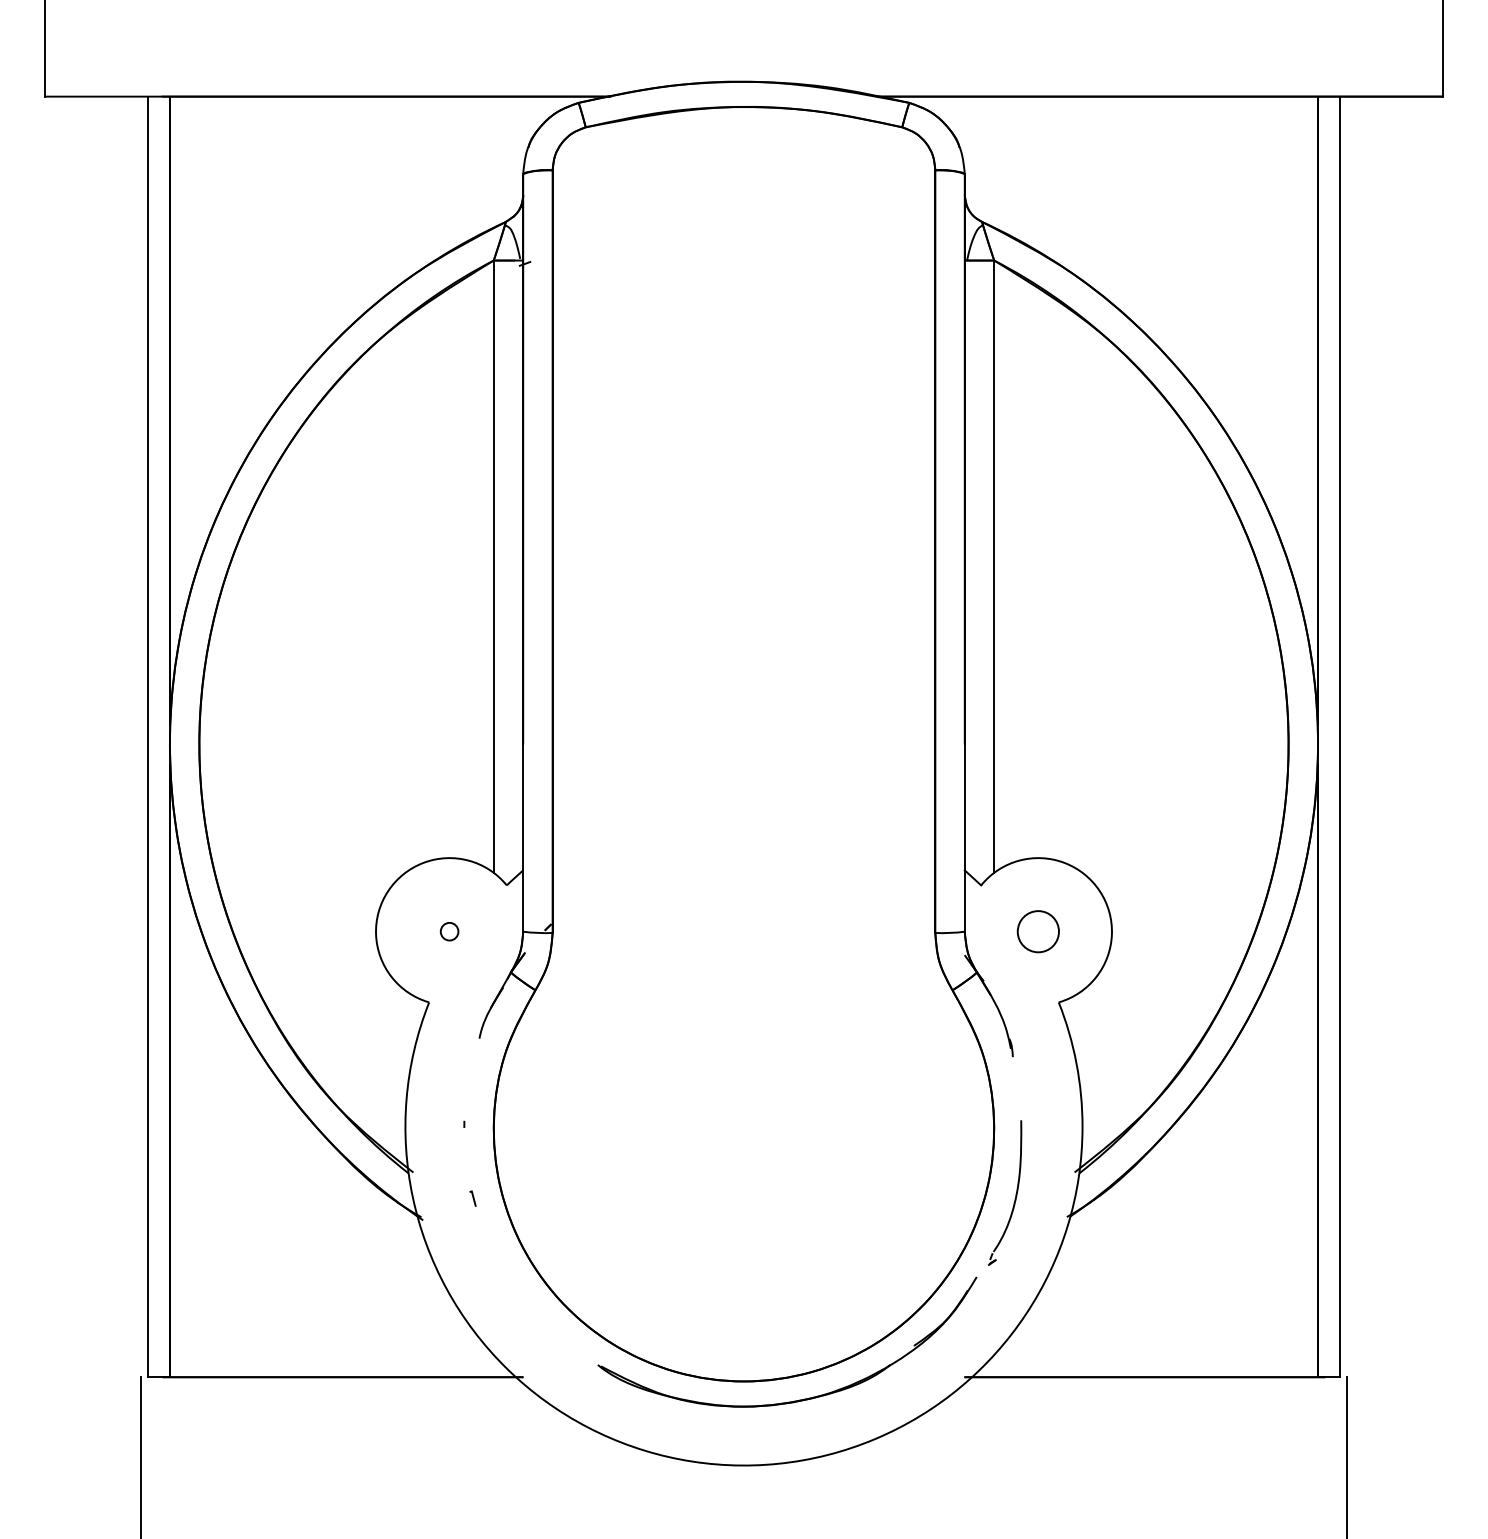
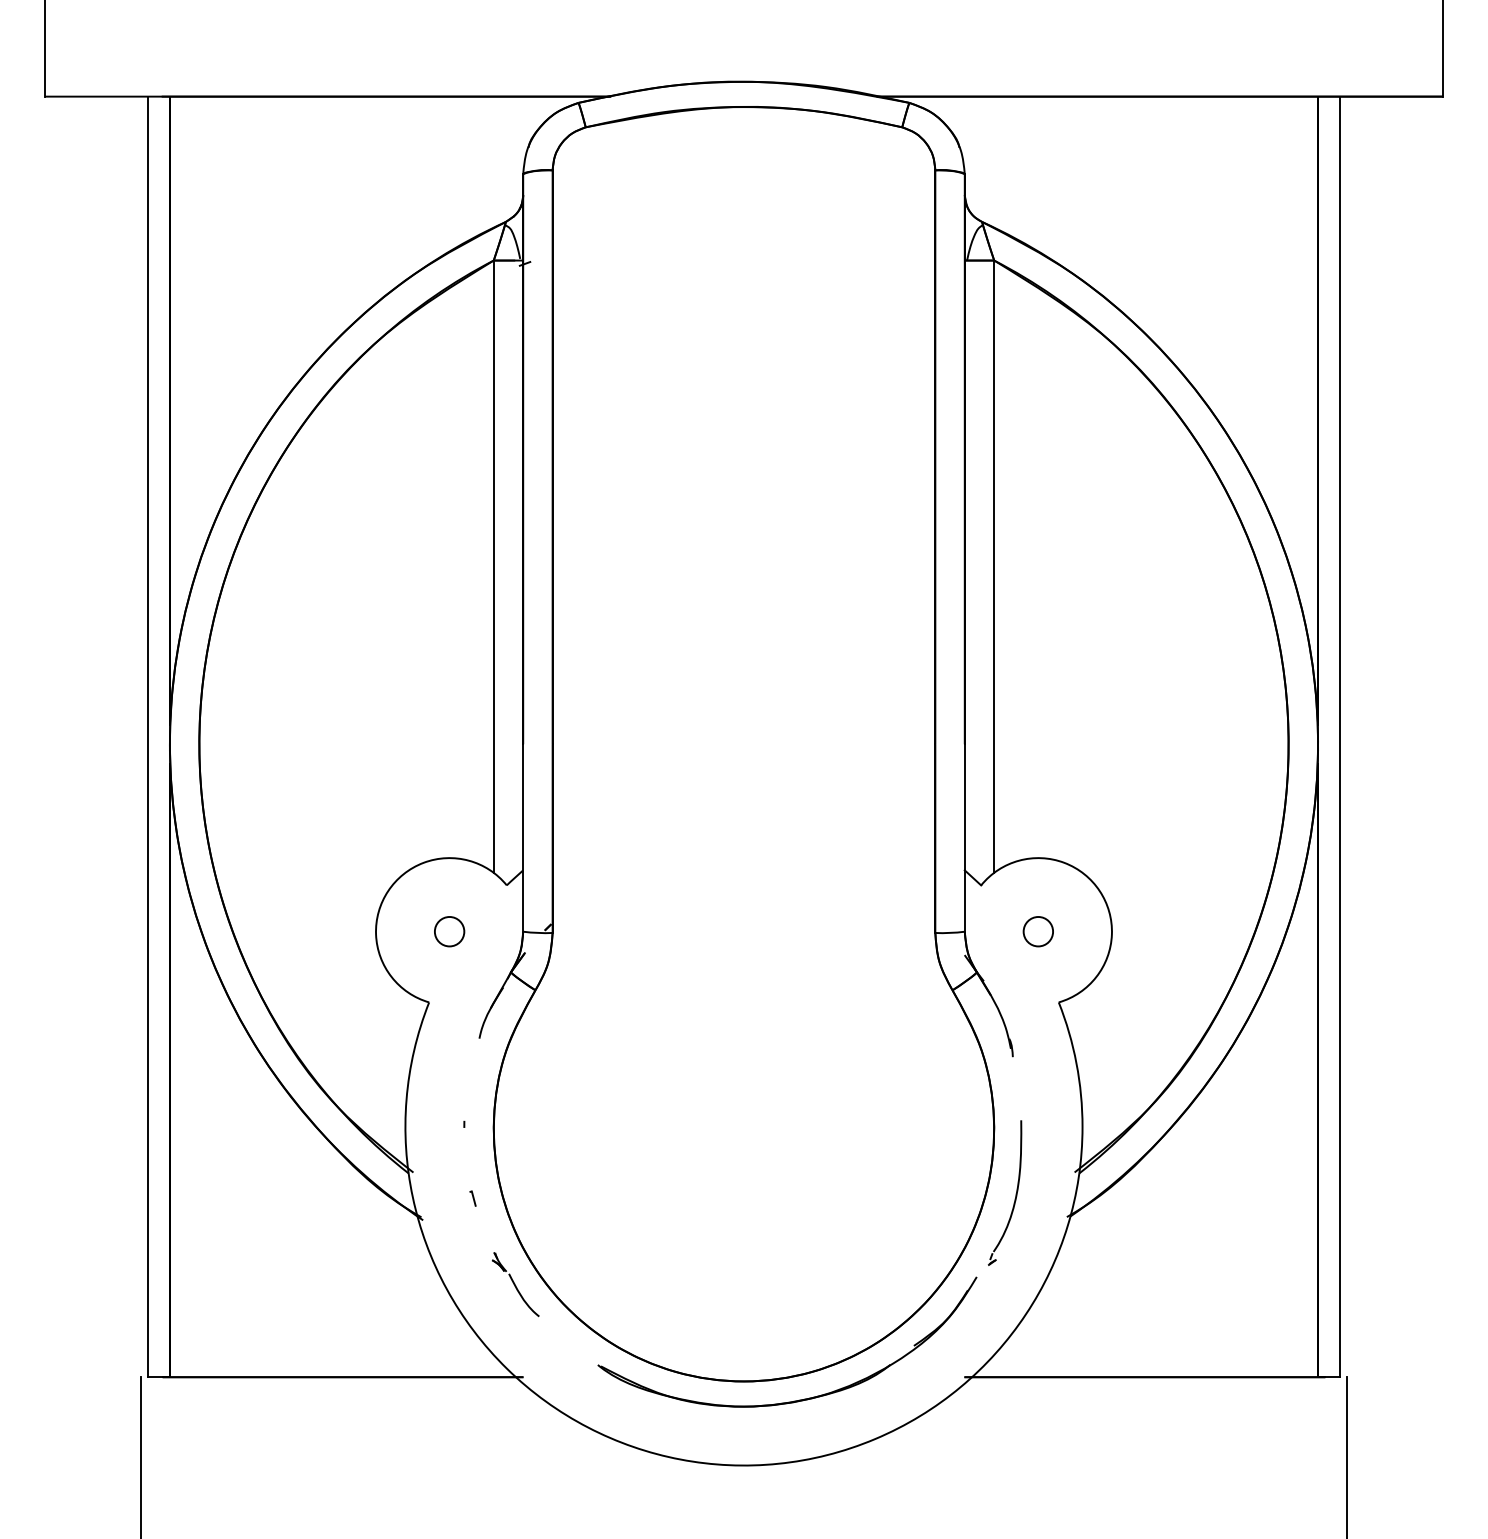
circle at (449, 931) diameter: 18 px -> 29 px
circle at (1037, 931) diameter: 41 px -> 29 px
part at (515, 1284): none -> present
